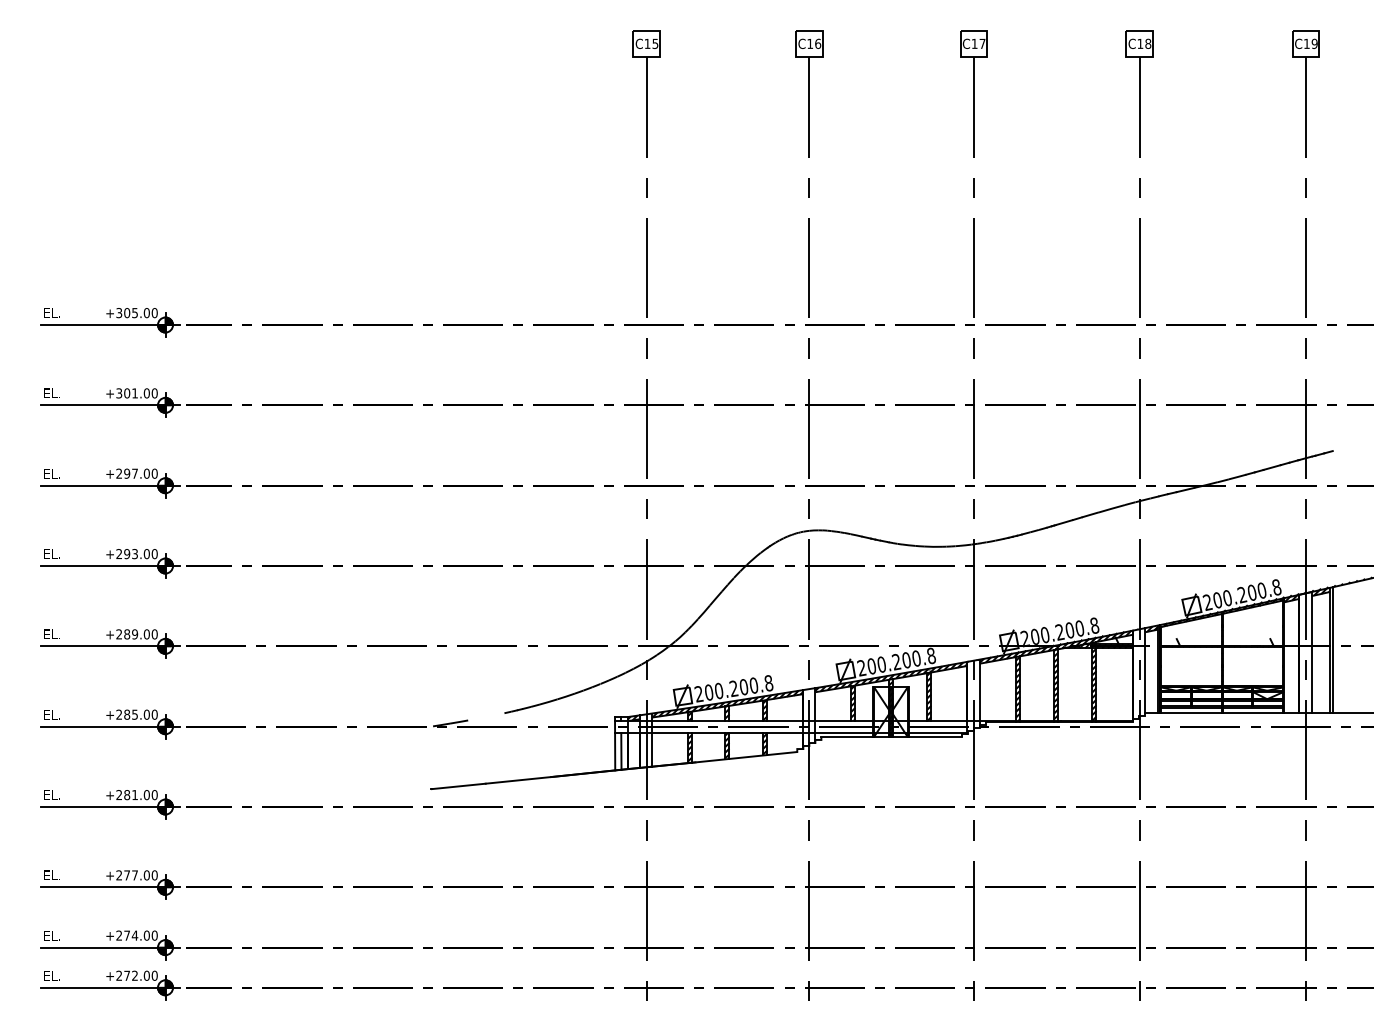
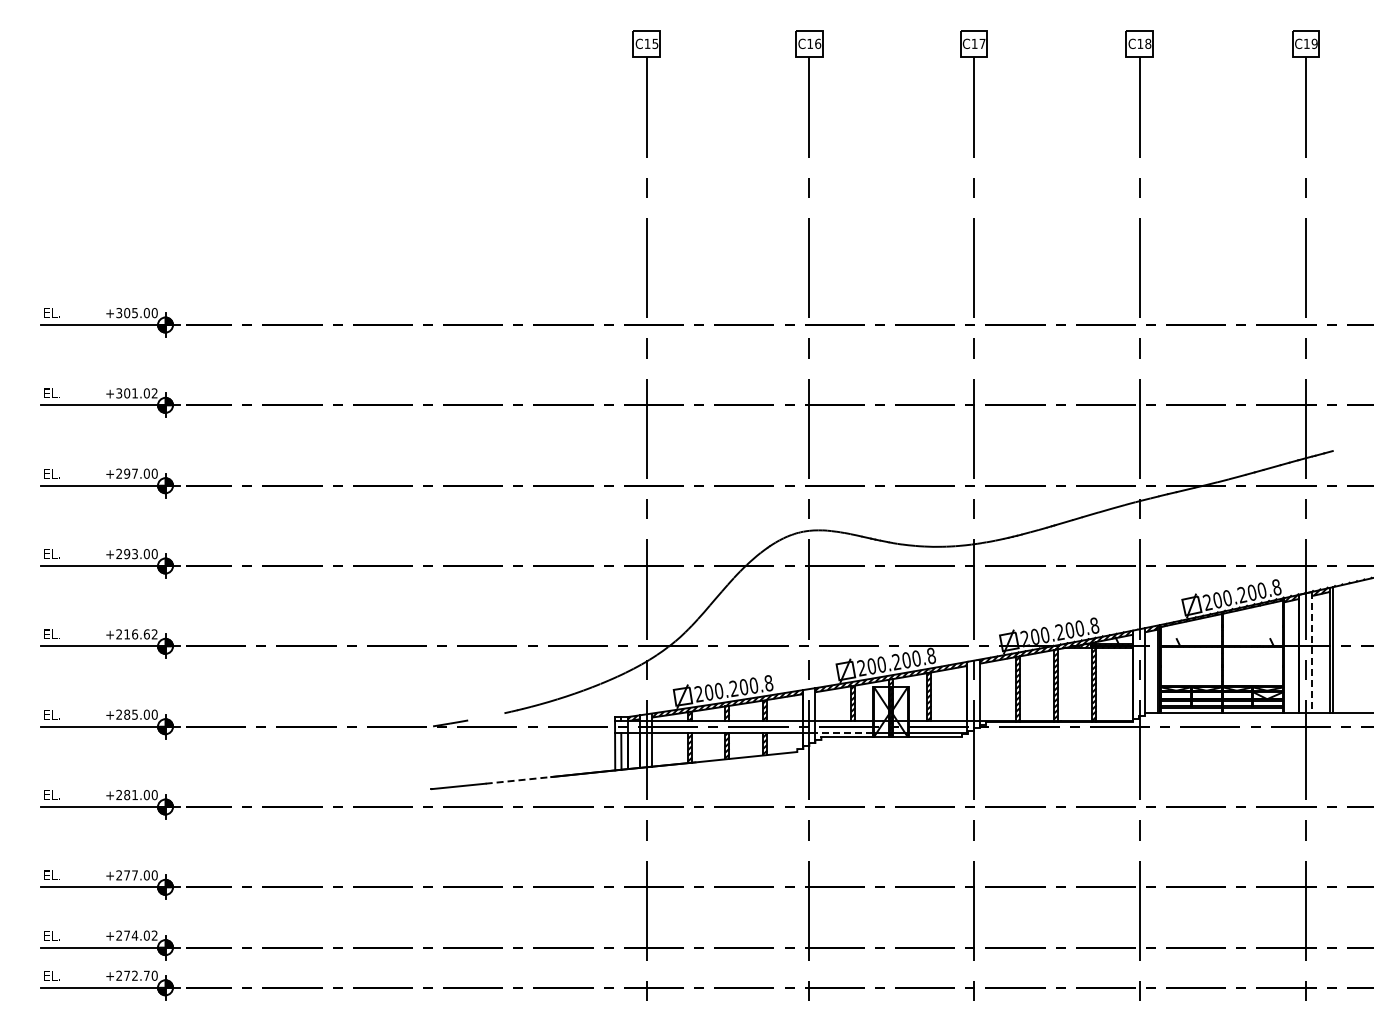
text at (154, 393): +301.00 -> +301.02
text at (140, 634): +289.00 -> +216.62
line at (1311, 652): solid -> dashed
line at (844, 732): solid -> dashed
line at (518, 780): solid -> dashed
text at (154, 935): +274.00 -> +274.02
text at (146, 975): +272.00 -> +272.70
